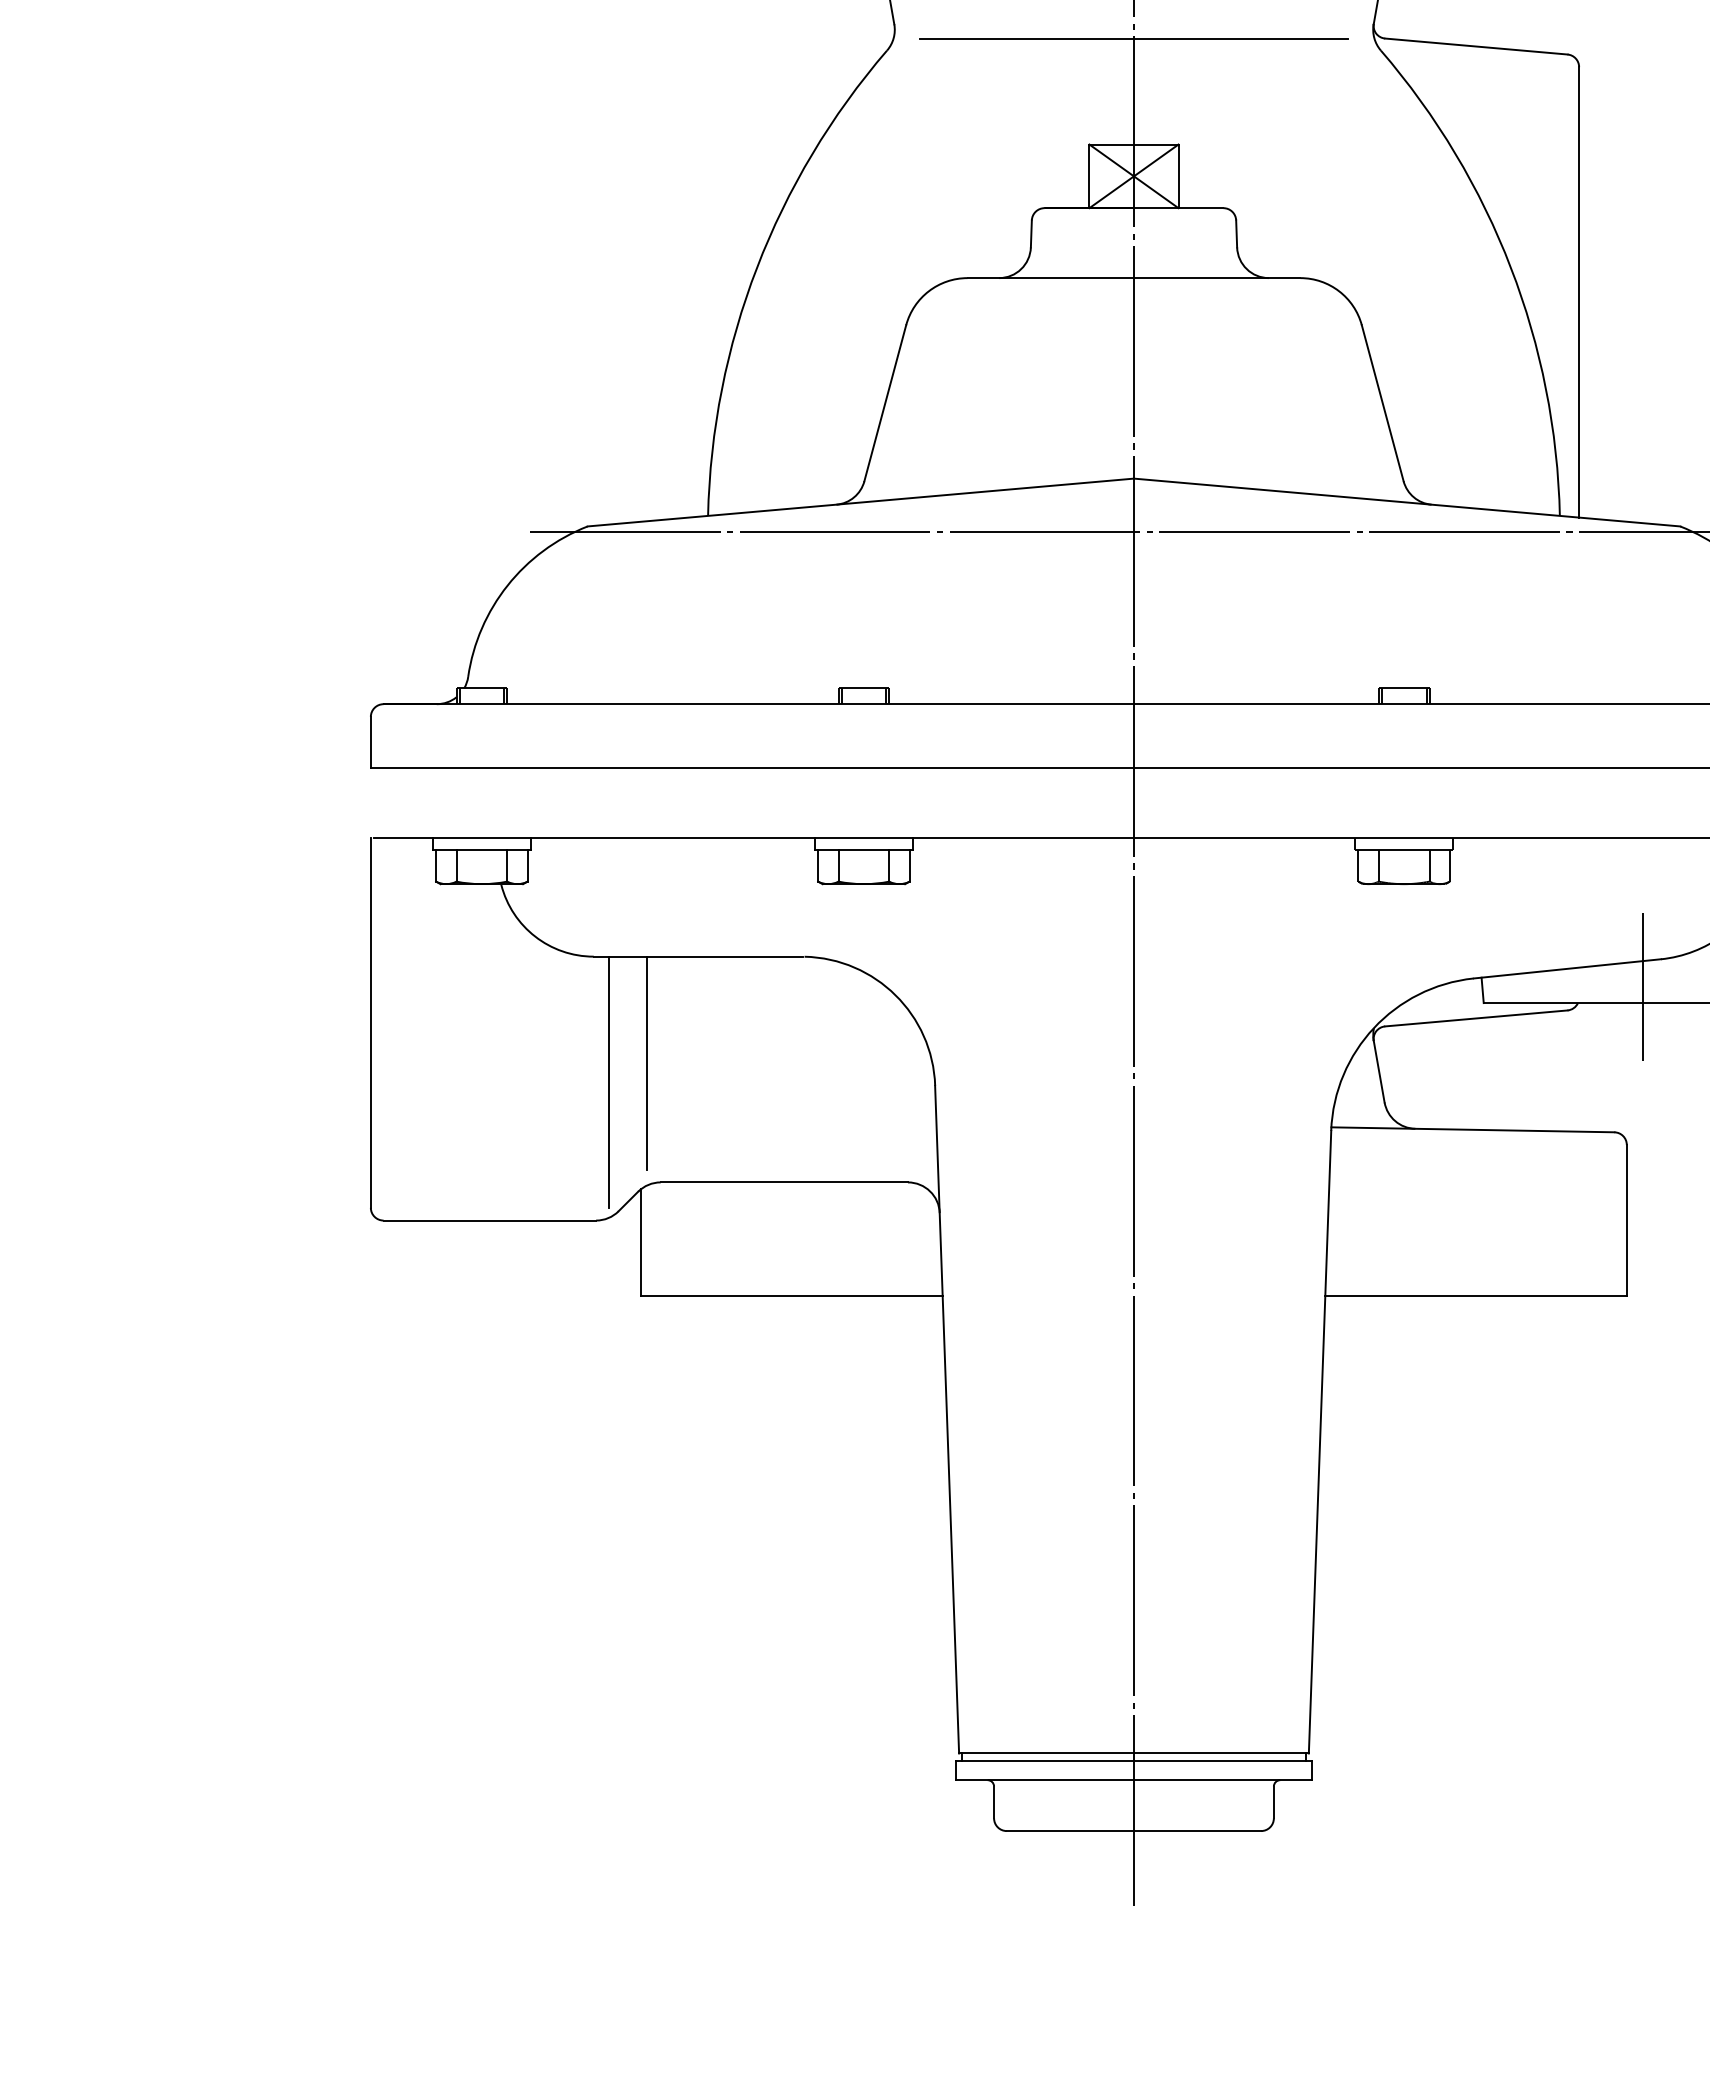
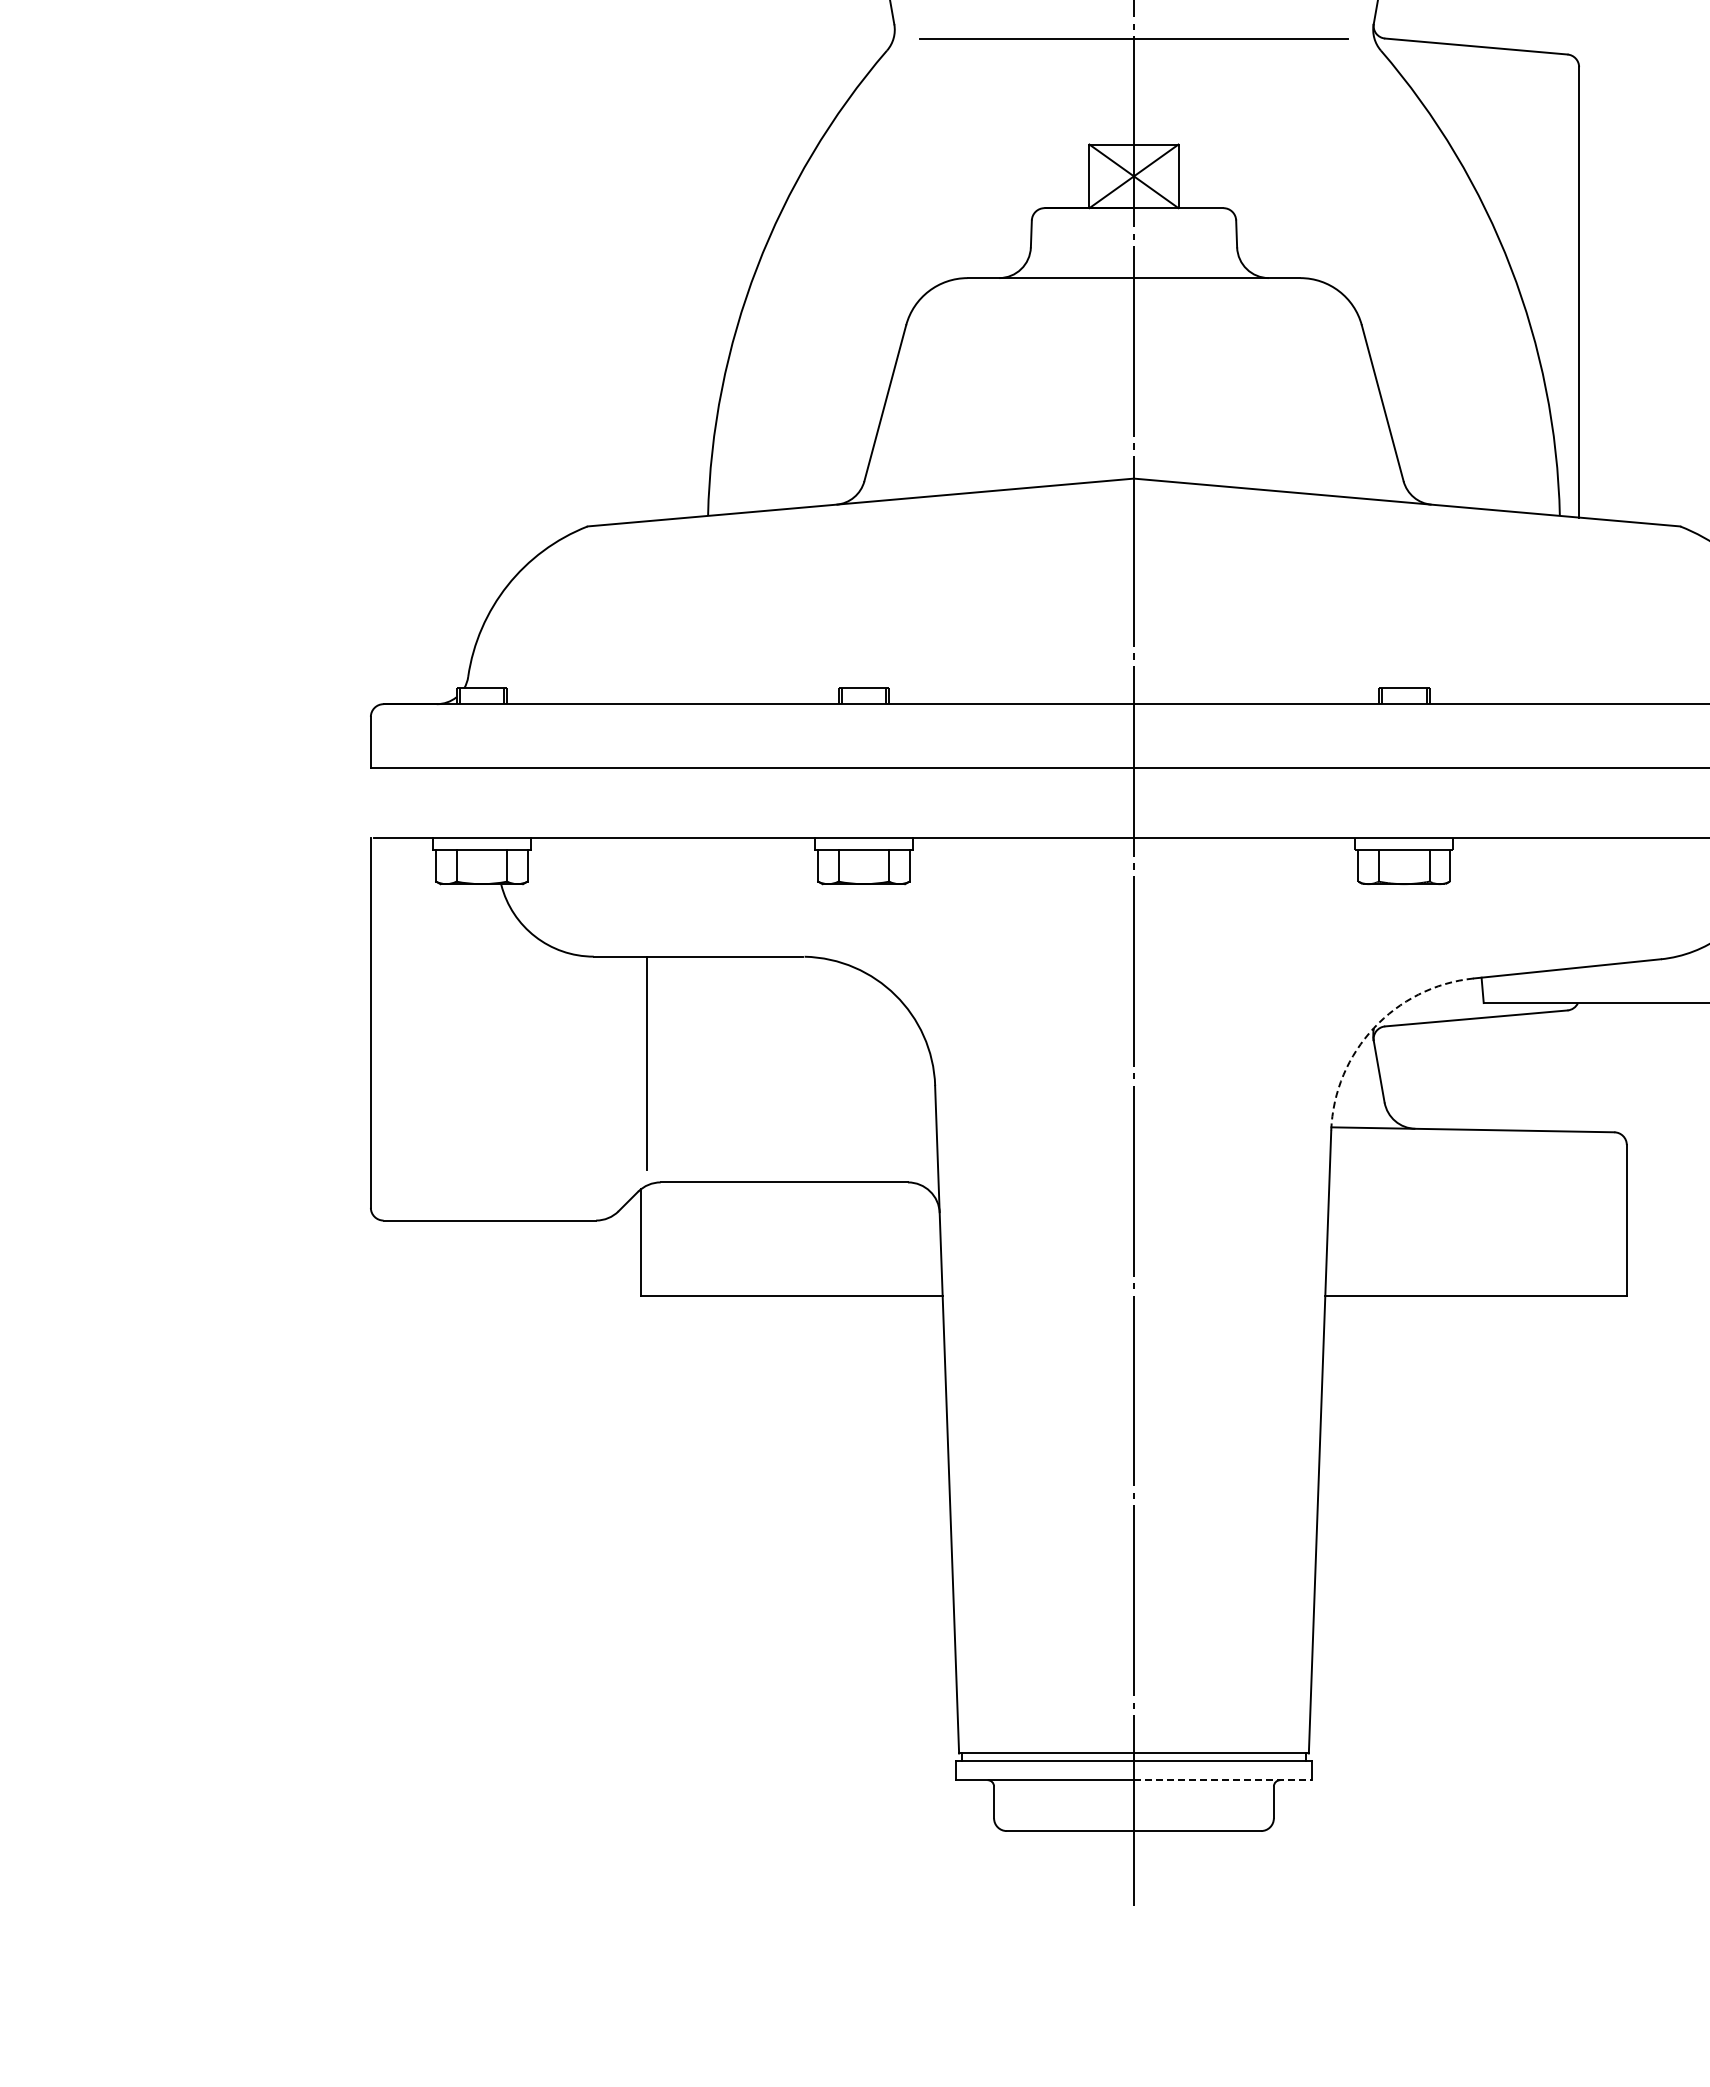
line at (1117, 532): present -> none
line at (1642, 986): present -> none
arc at (1373, 1028): solid -> dashed
line at (609, 1081): present -> none
line at (1223, 1780): solid -> dashed
